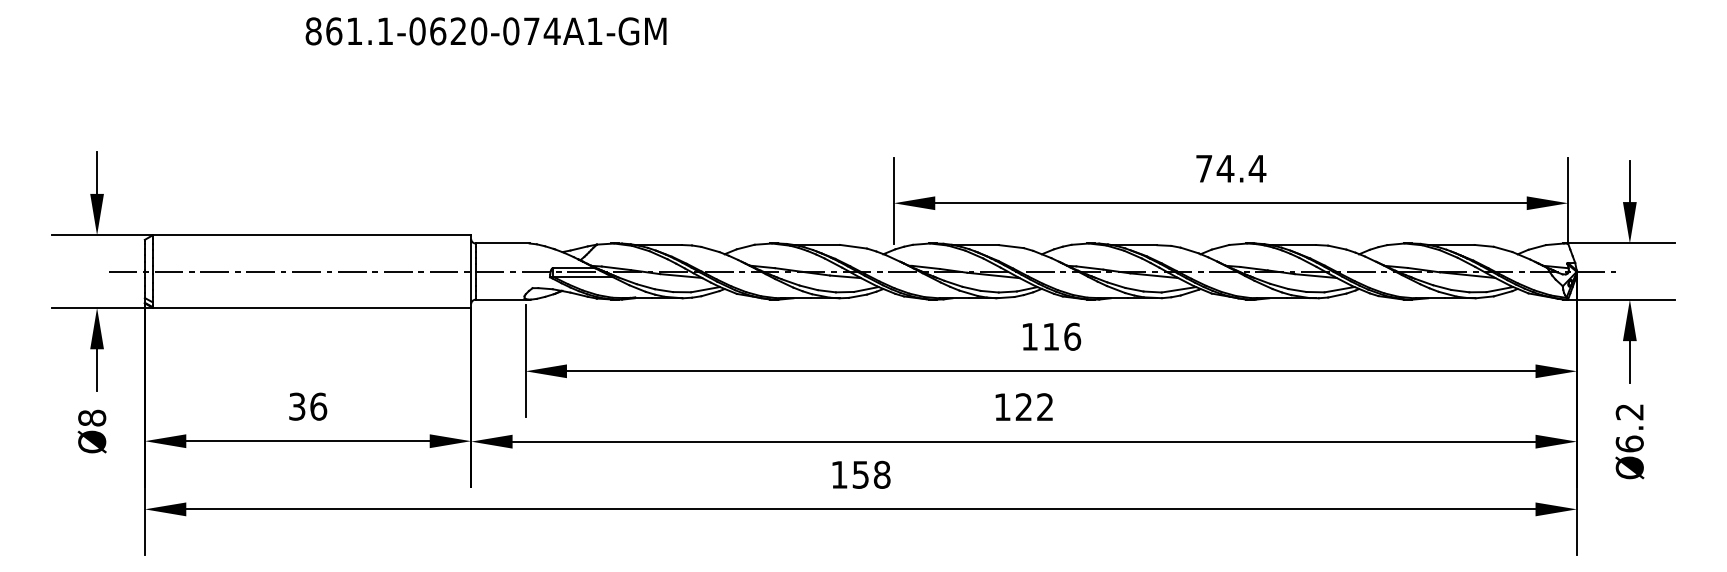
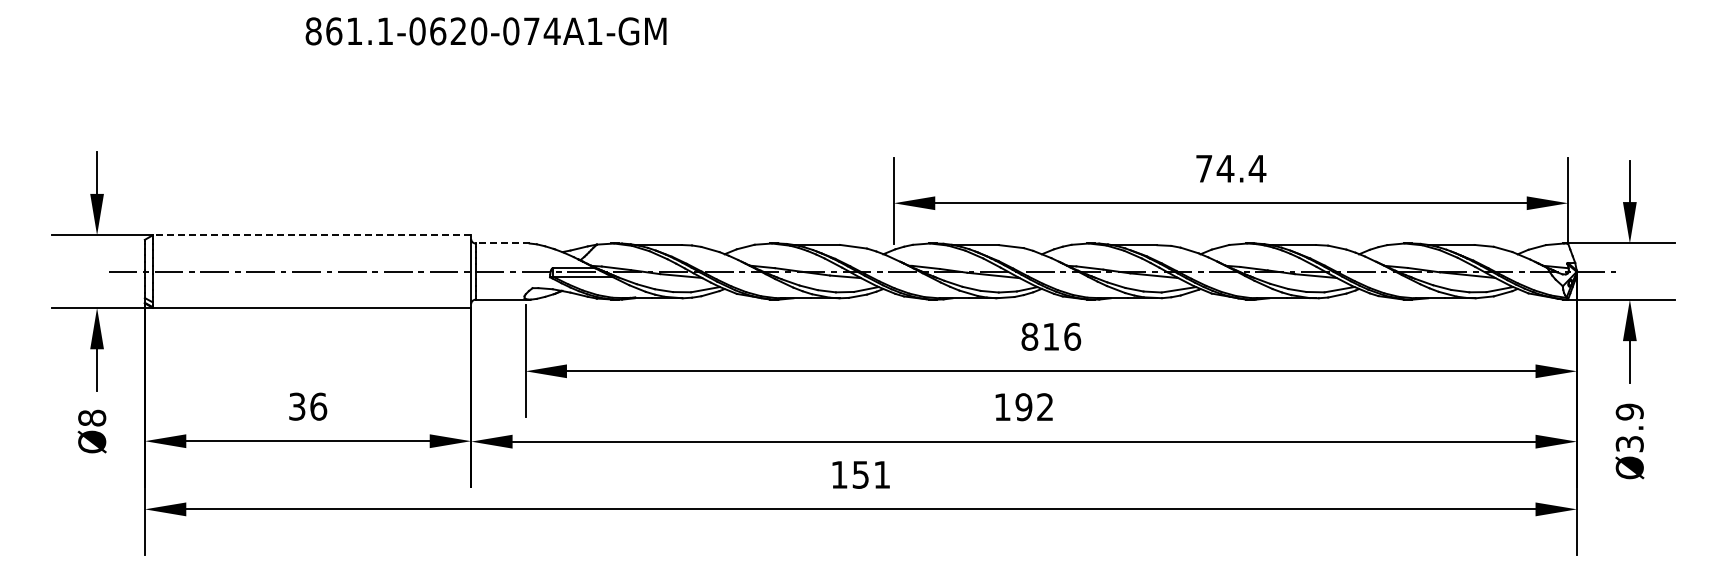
line at (311, 235): solid -> dashed
line at (502, 243): solid -> dashed
text at (1029, 336): 116 -> 816
text at (1023, 407): 122 -> 192
text at (1629, 427): Ø6.2 -> Ø3.9
text at (881, 474): 158 -> 151
